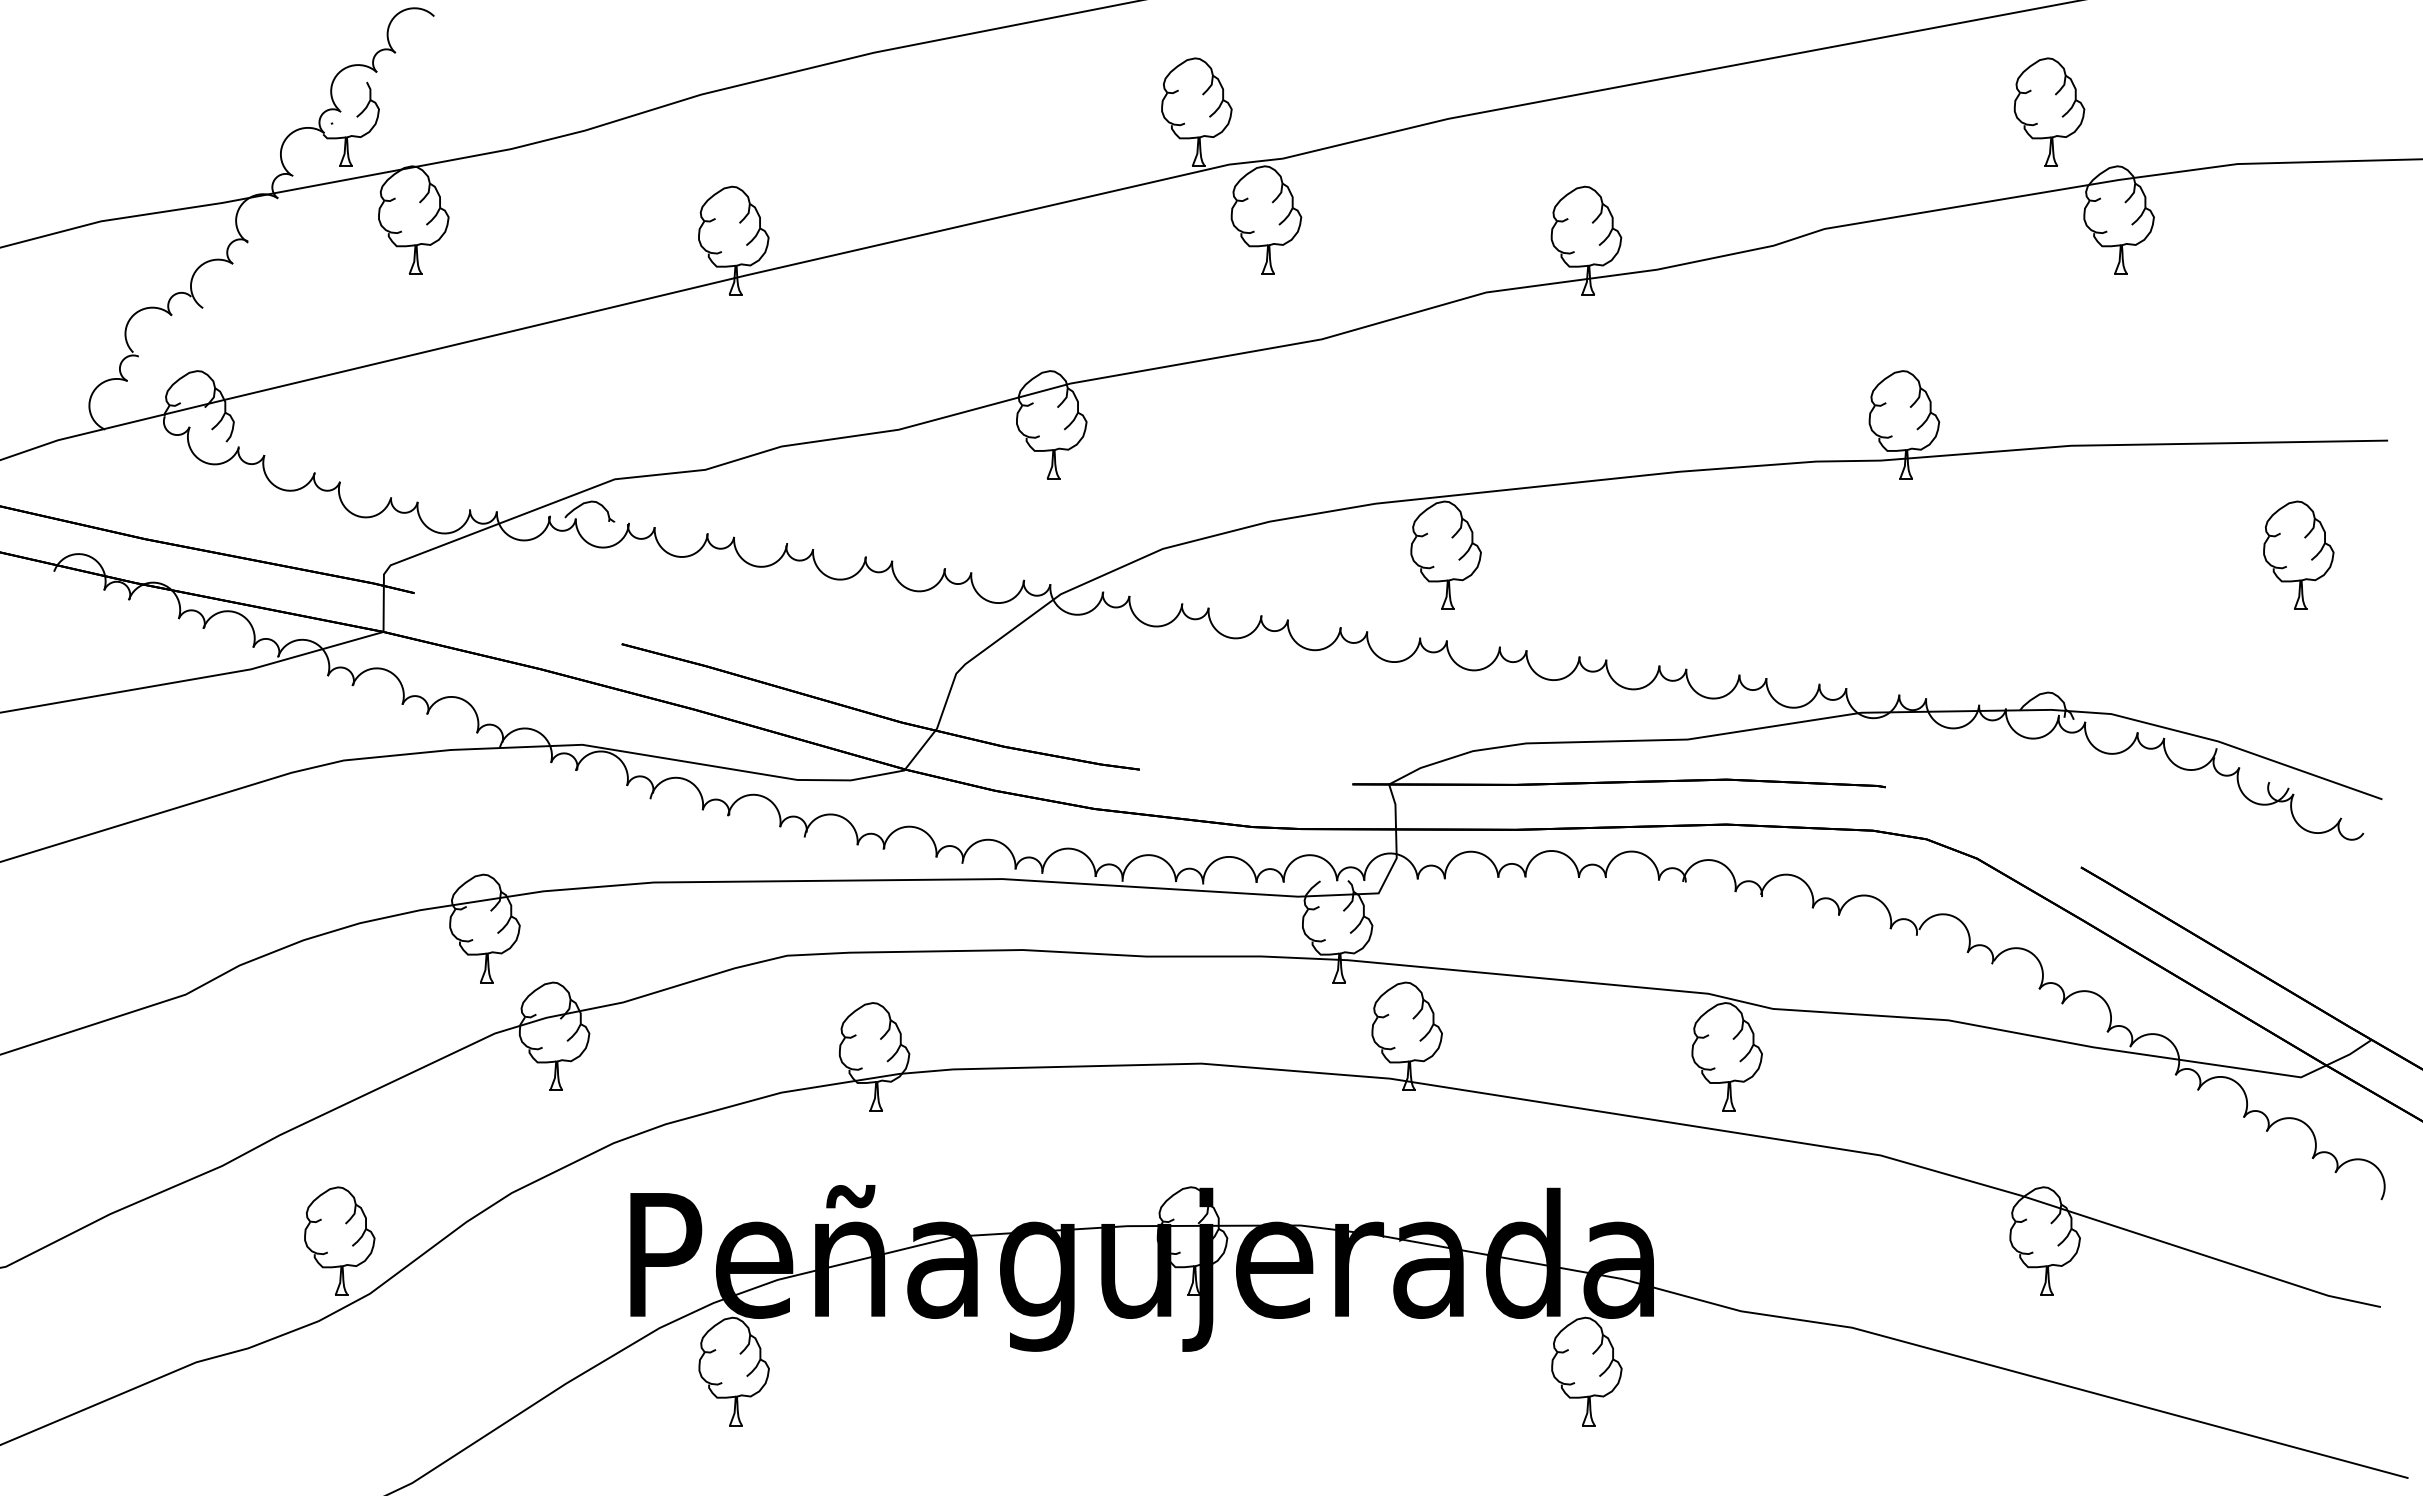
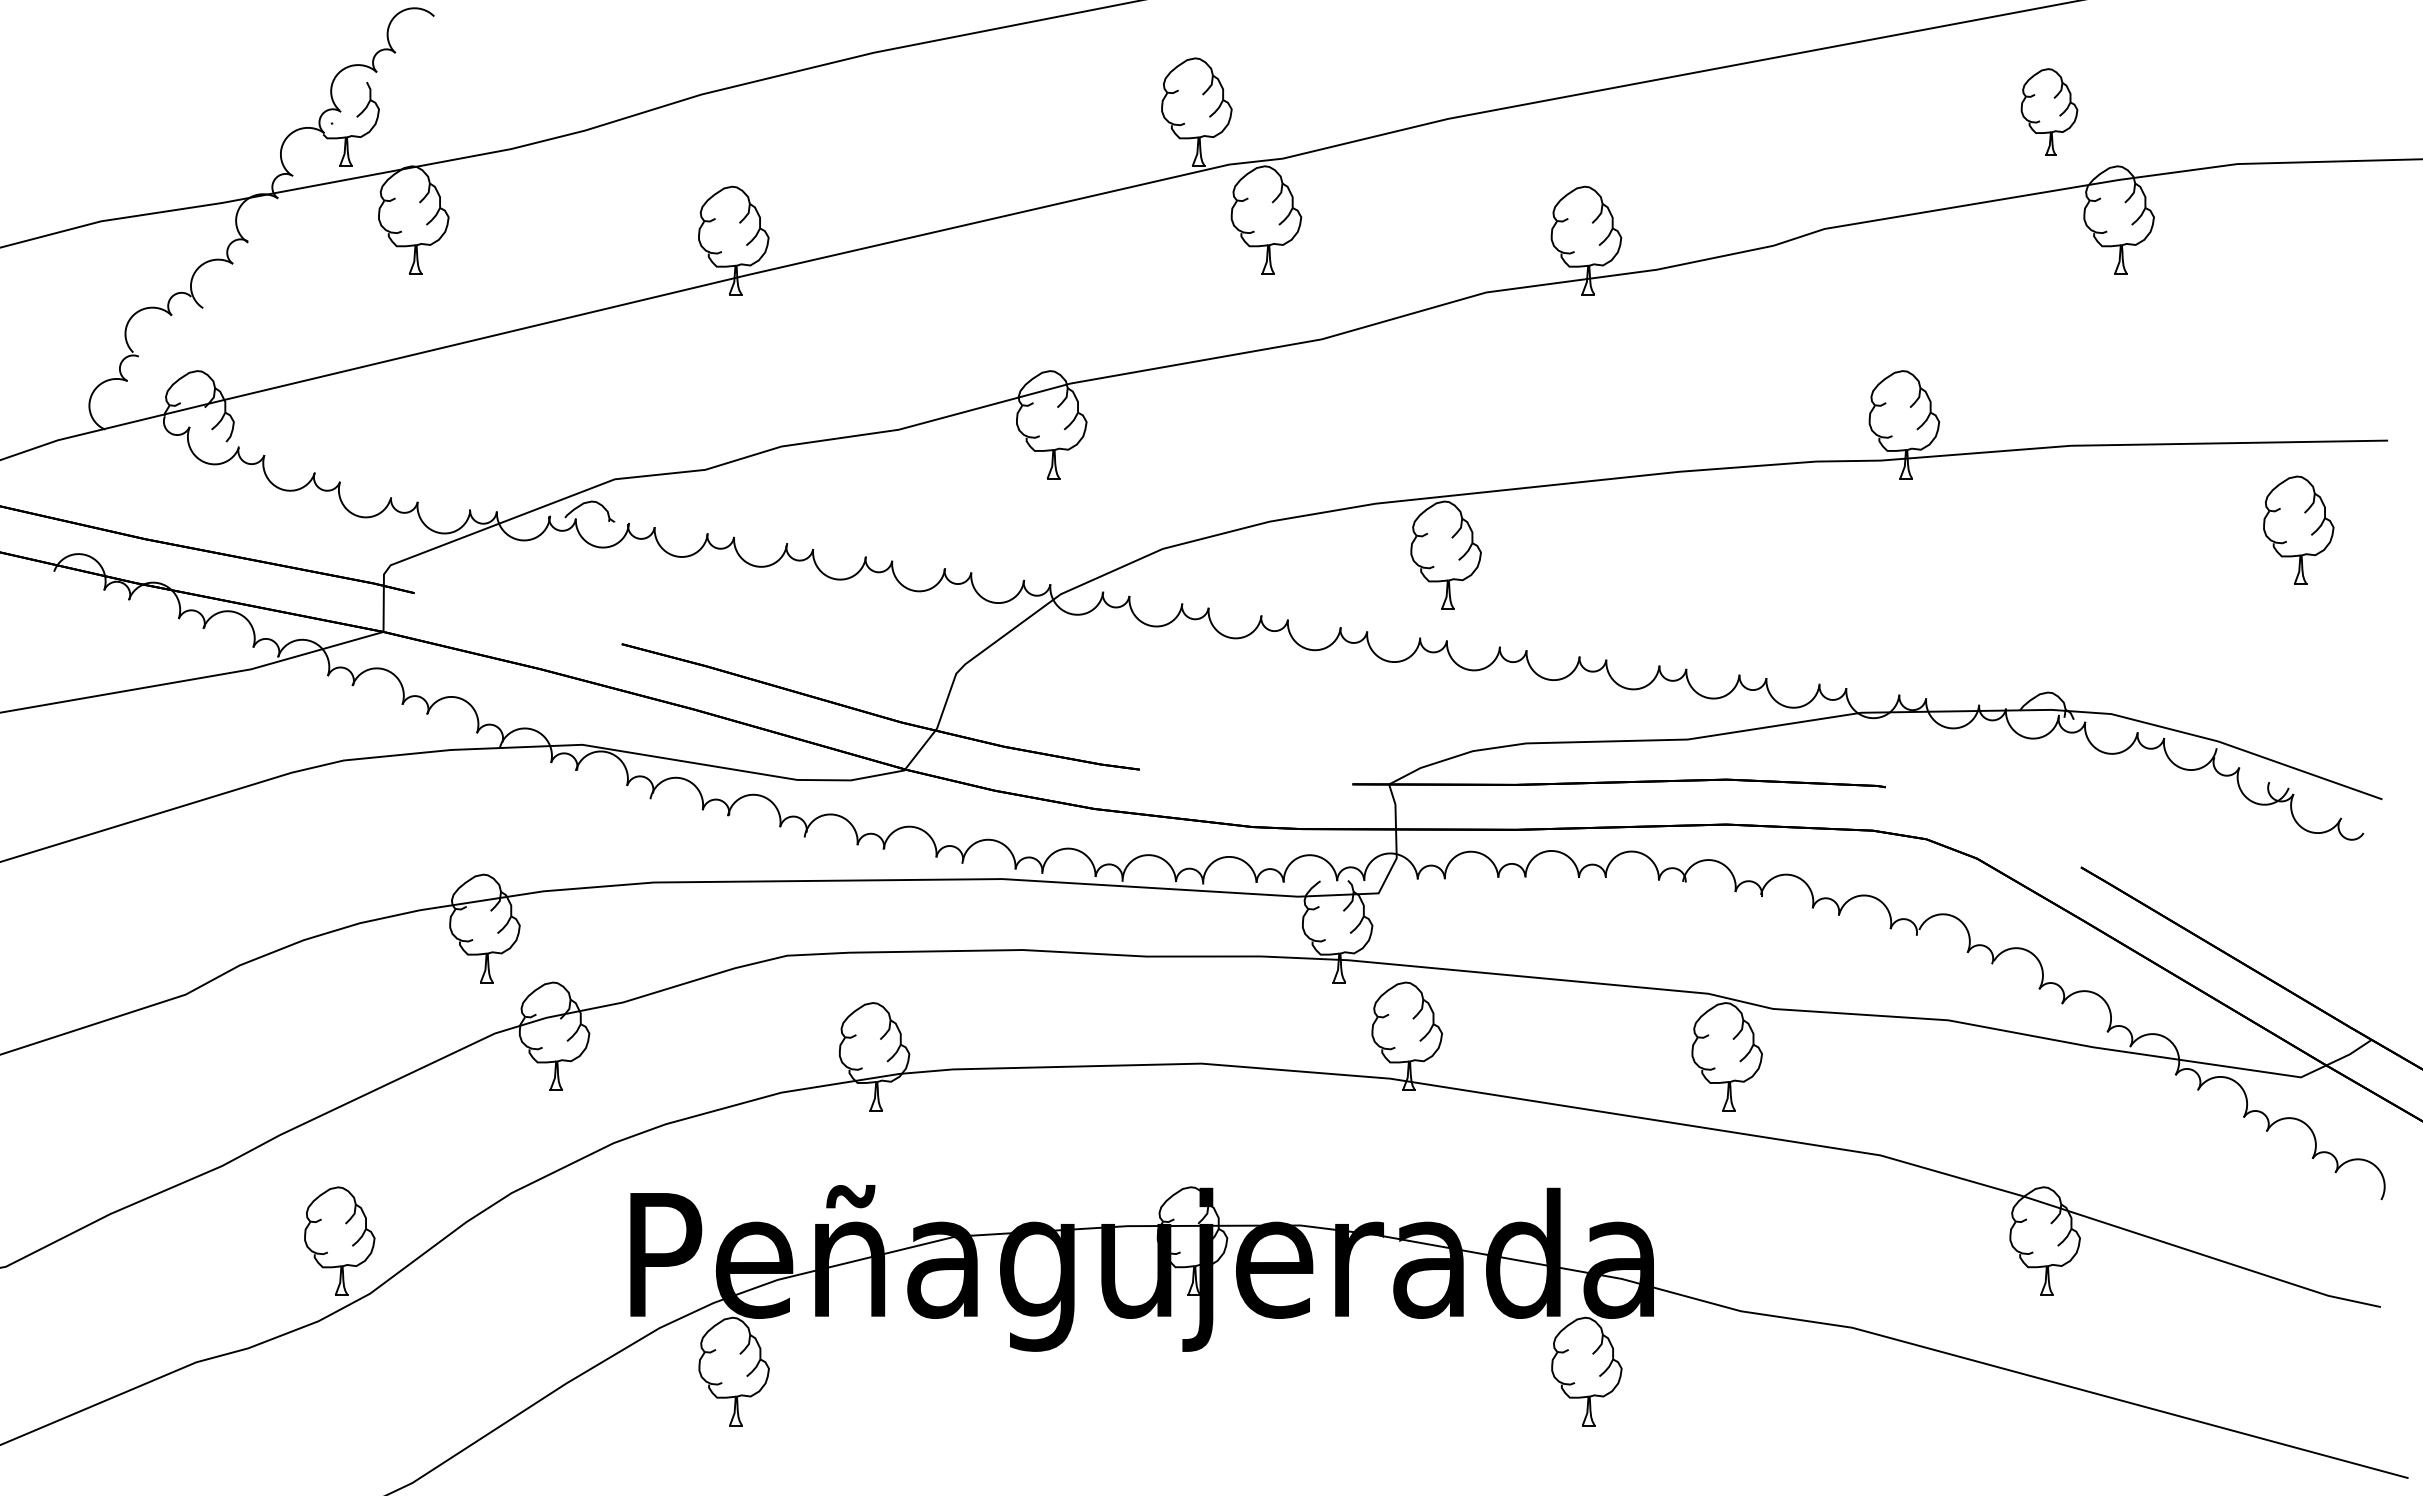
part at (2049, 111) size: 73x110 px -> 59x88 px
part at (2298, 554) position: (2298, 554) -> (2298, 529)
